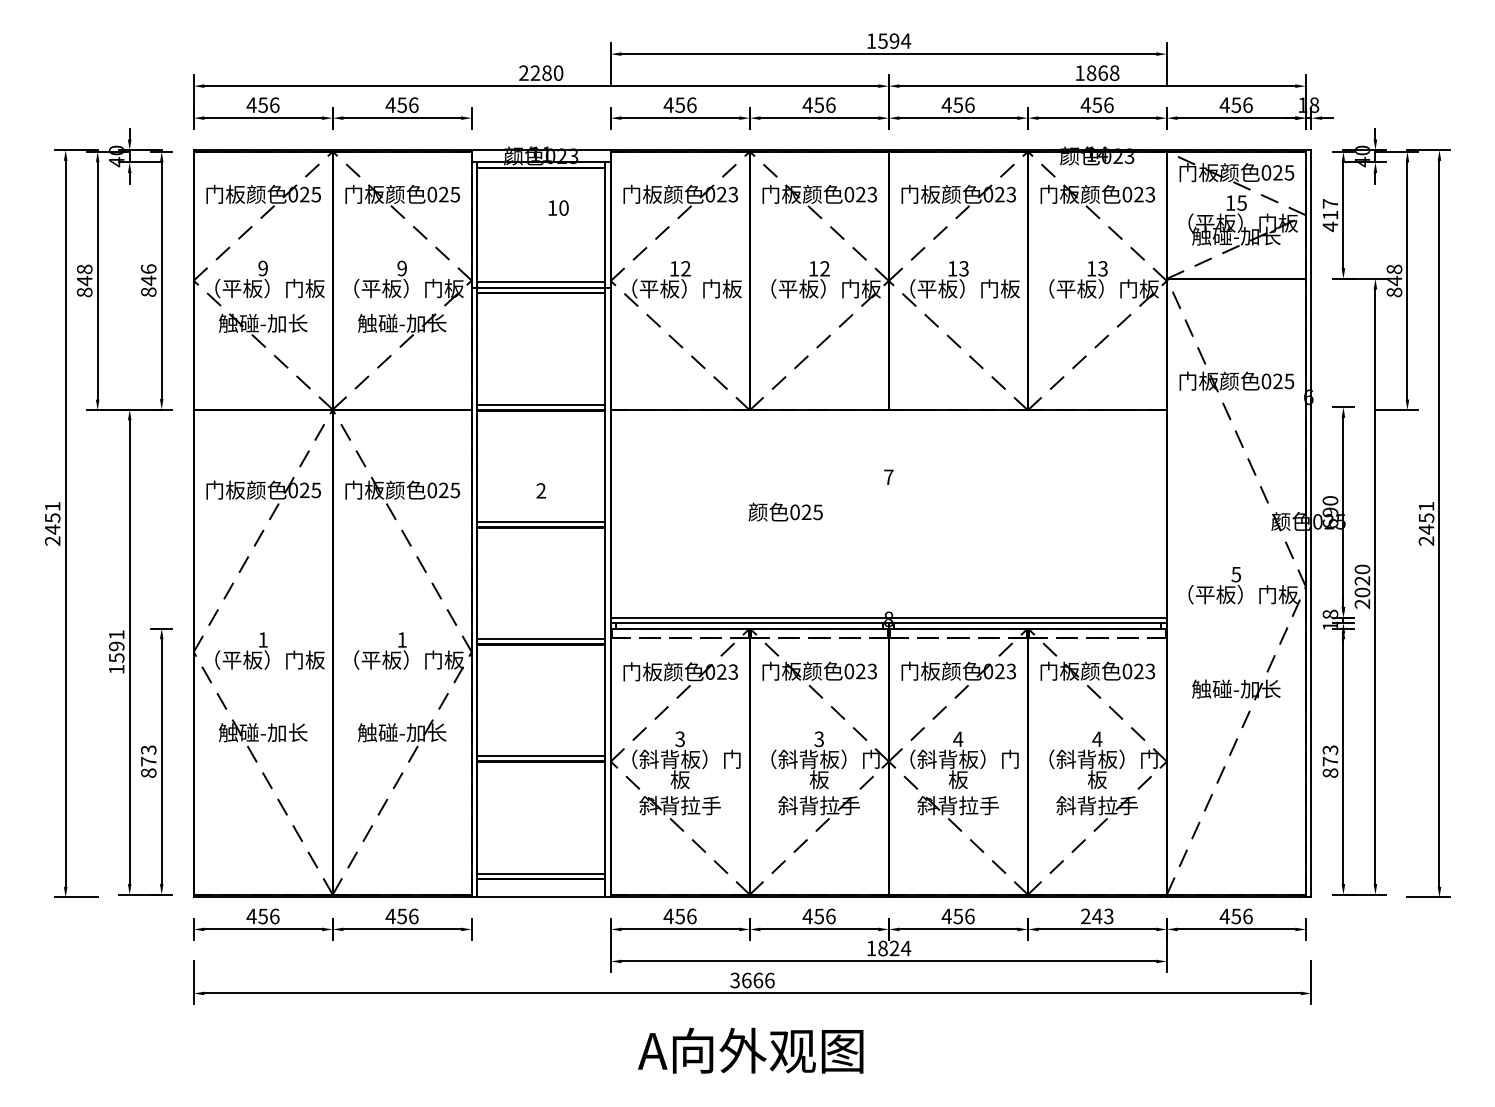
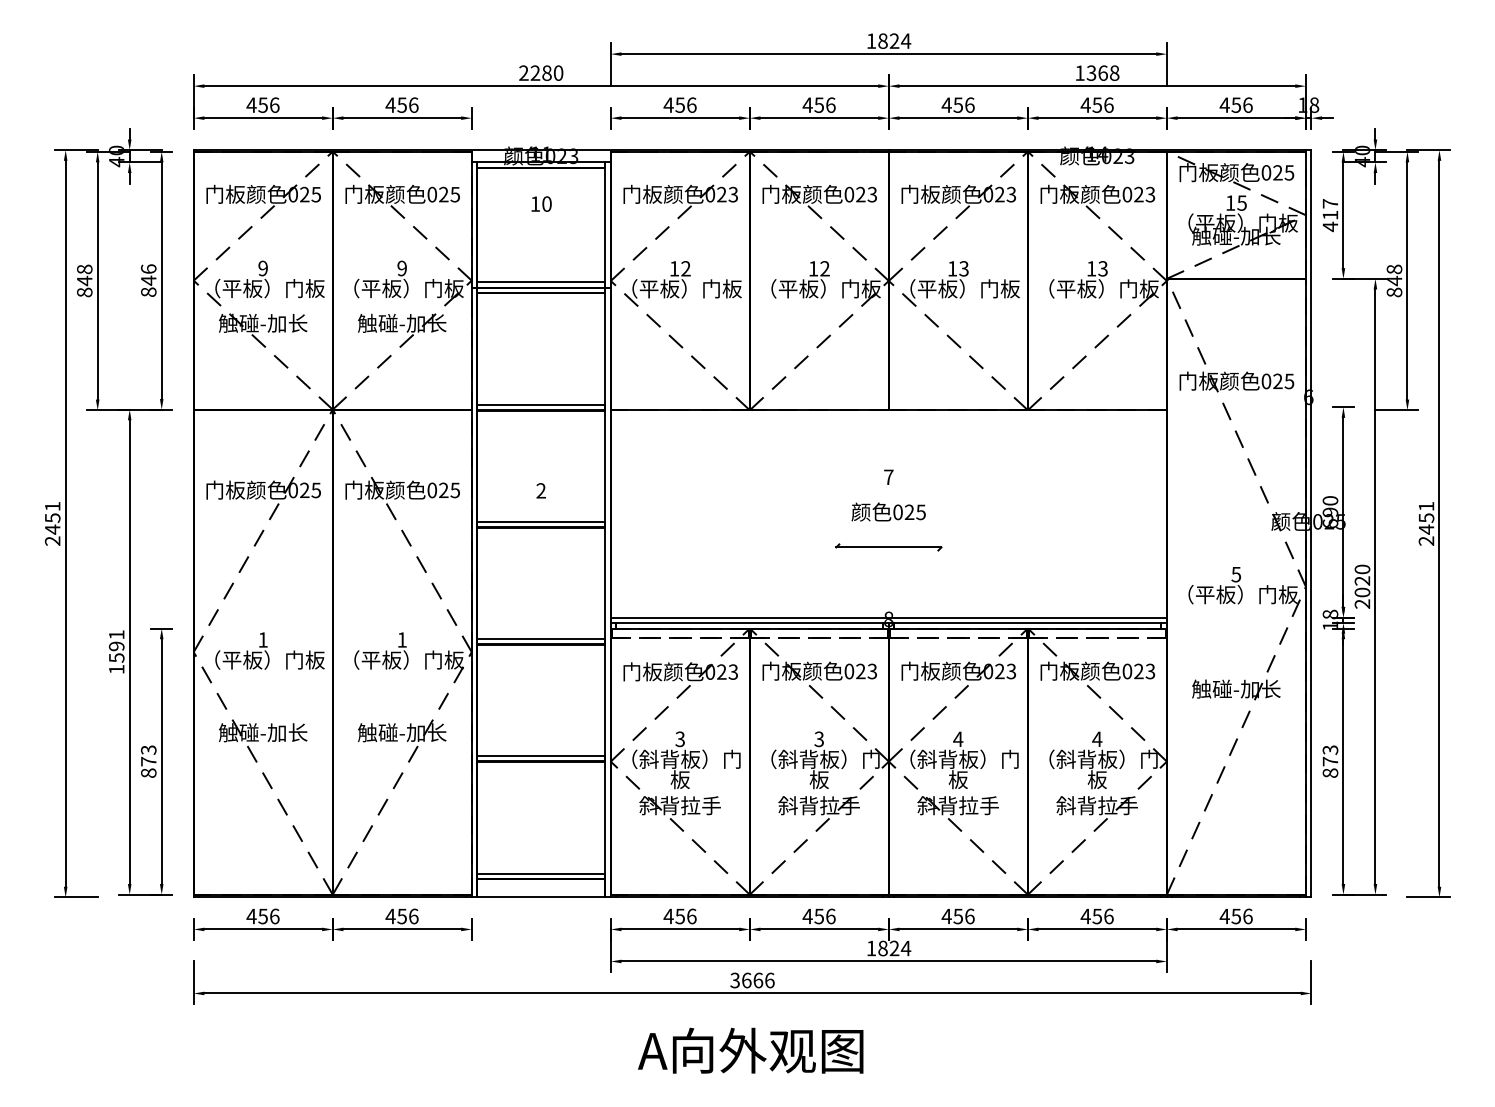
text at (888, 40): 1594 -> 1824
text at (1091, 72): 1868 -> 1368
text at (558, 207) position: (558, 207) -> (541, 203)
text at (785, 511) position: (785, 511) -> (888, 511)
part at (888, 547): none -> present
text at (1096, 916): 243 -> 456
